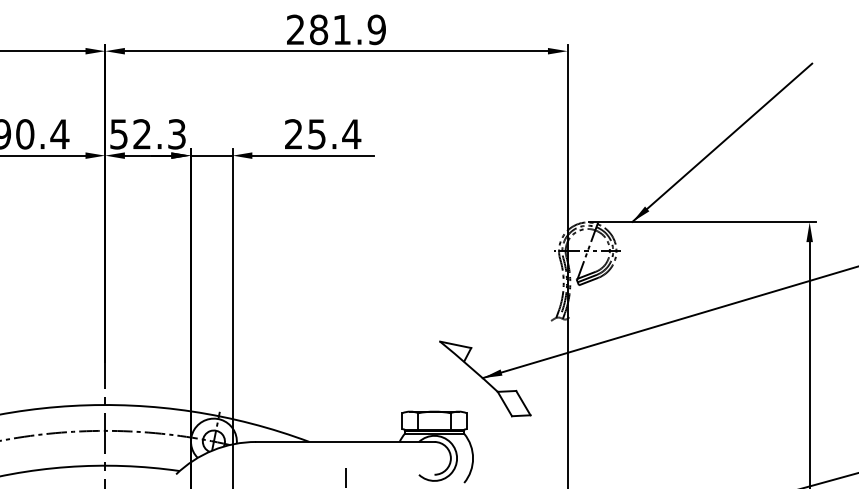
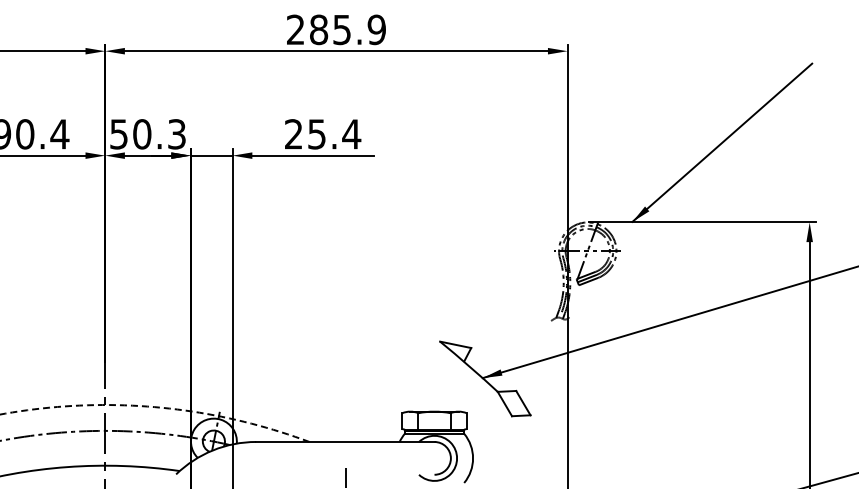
text at (341, 30): 281.9 -> 285.9
text at (142, 134): 52.3 -> 50.3
arc at (157, 407): solid -> dashed
